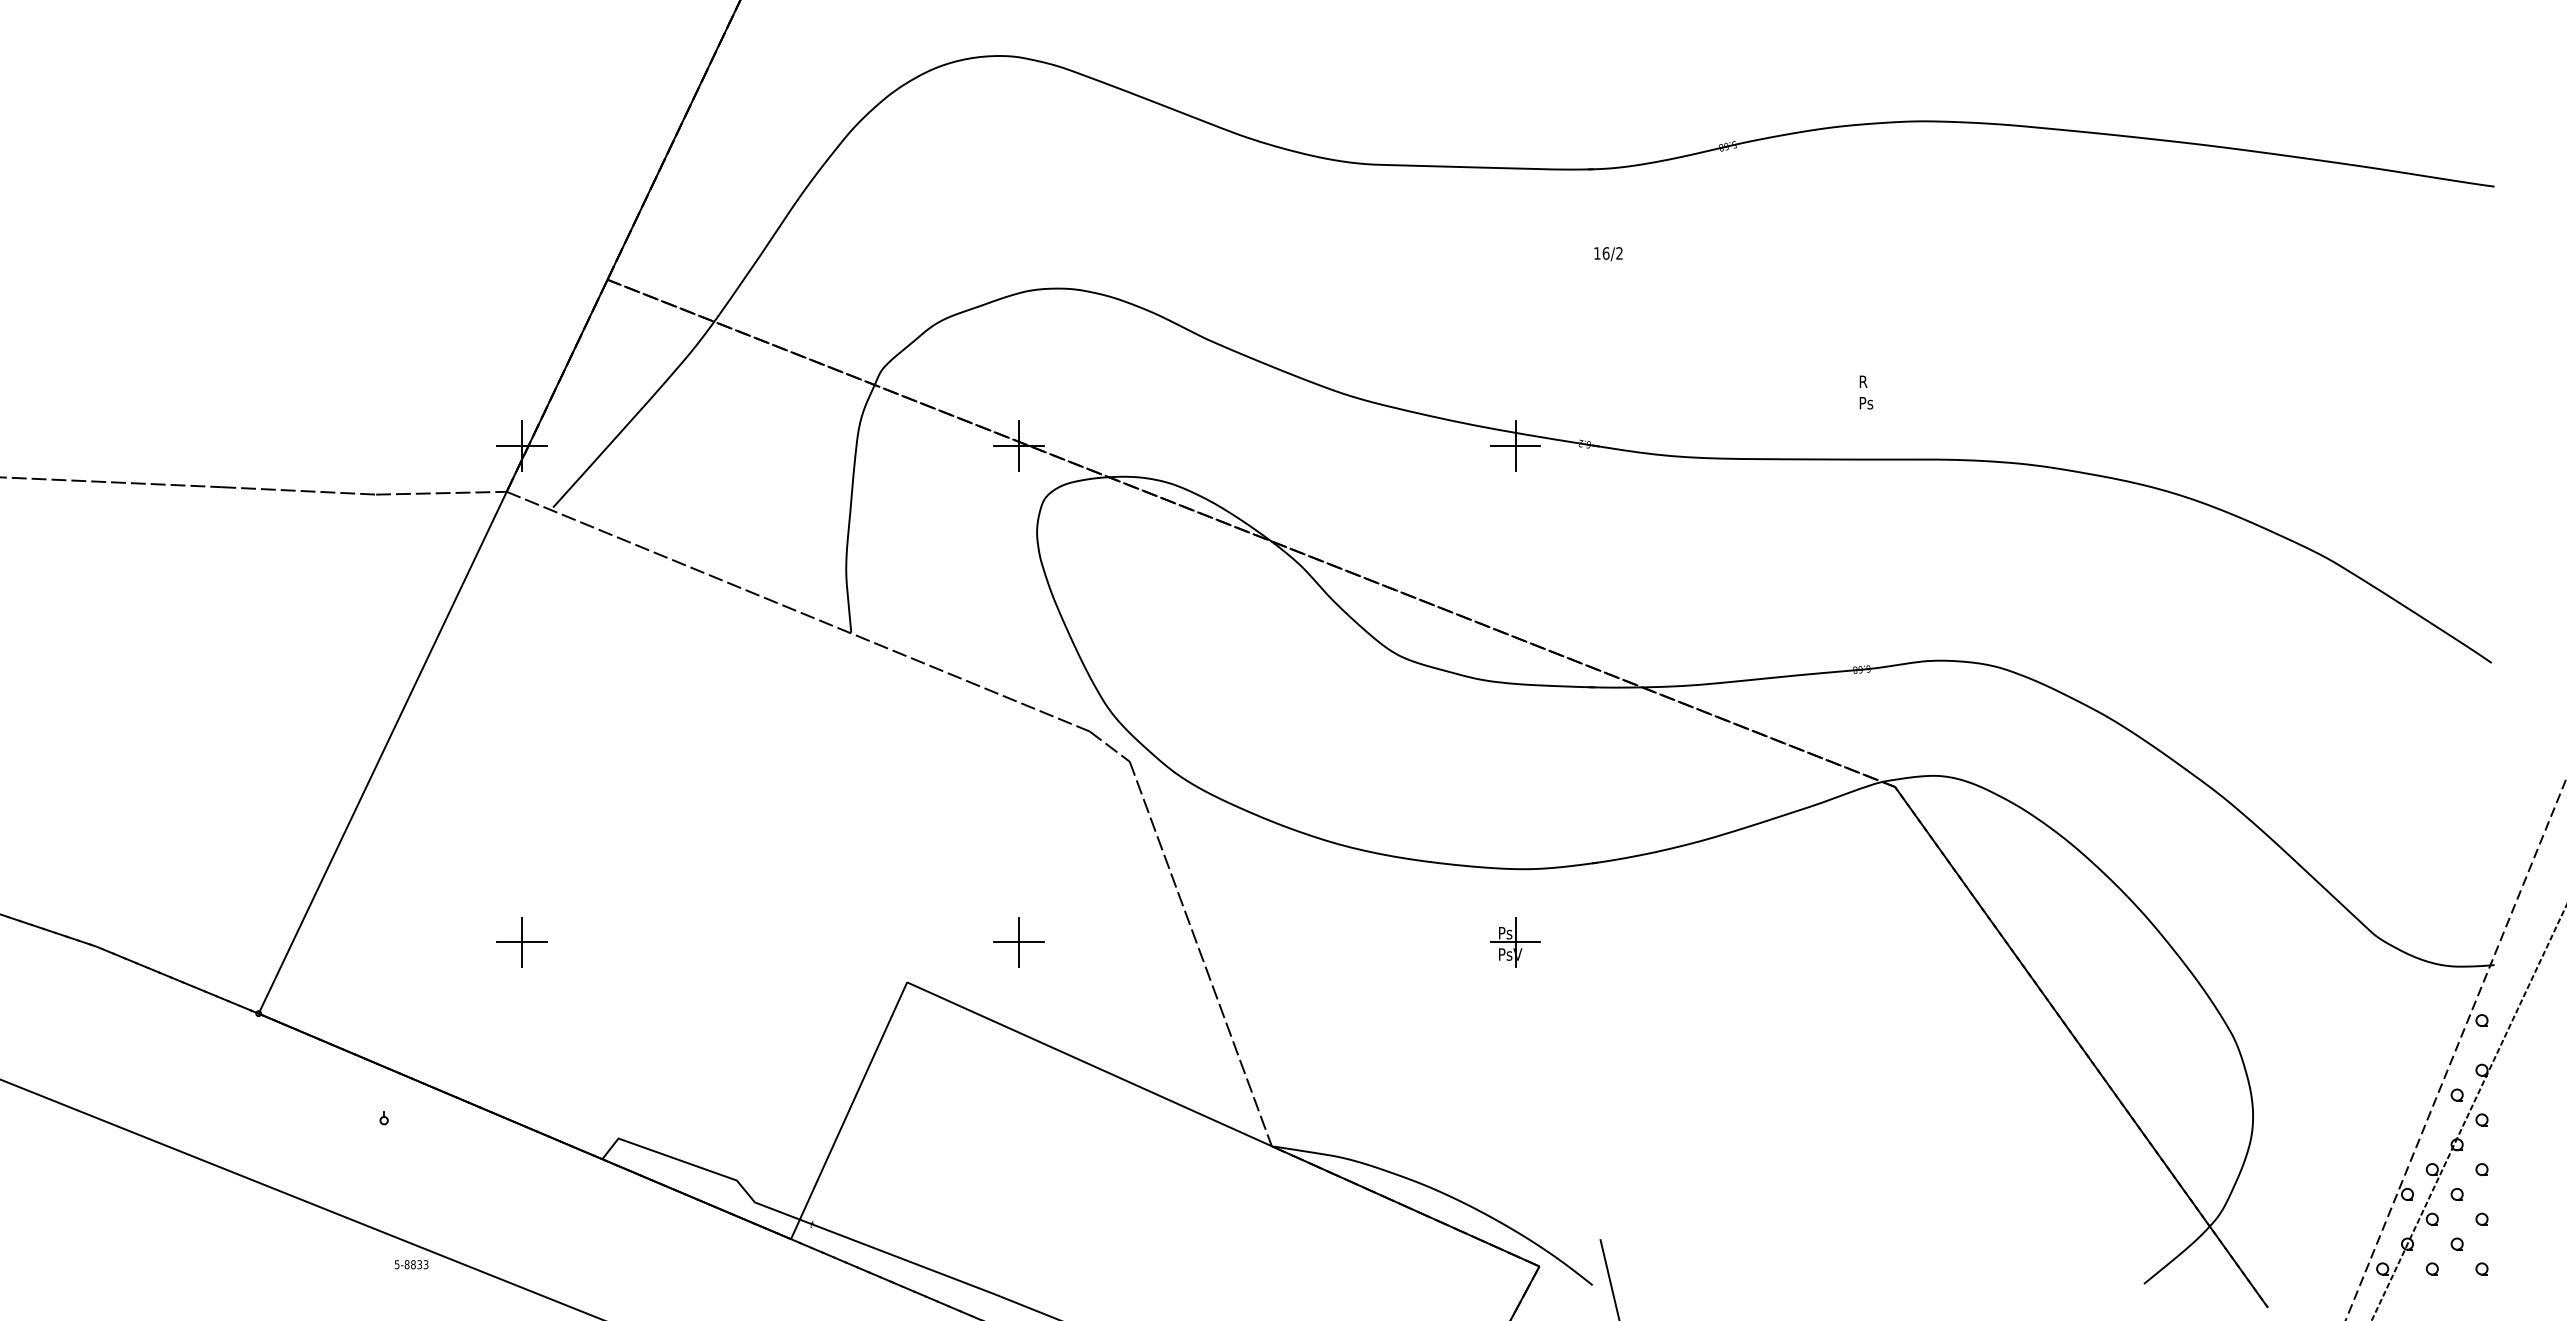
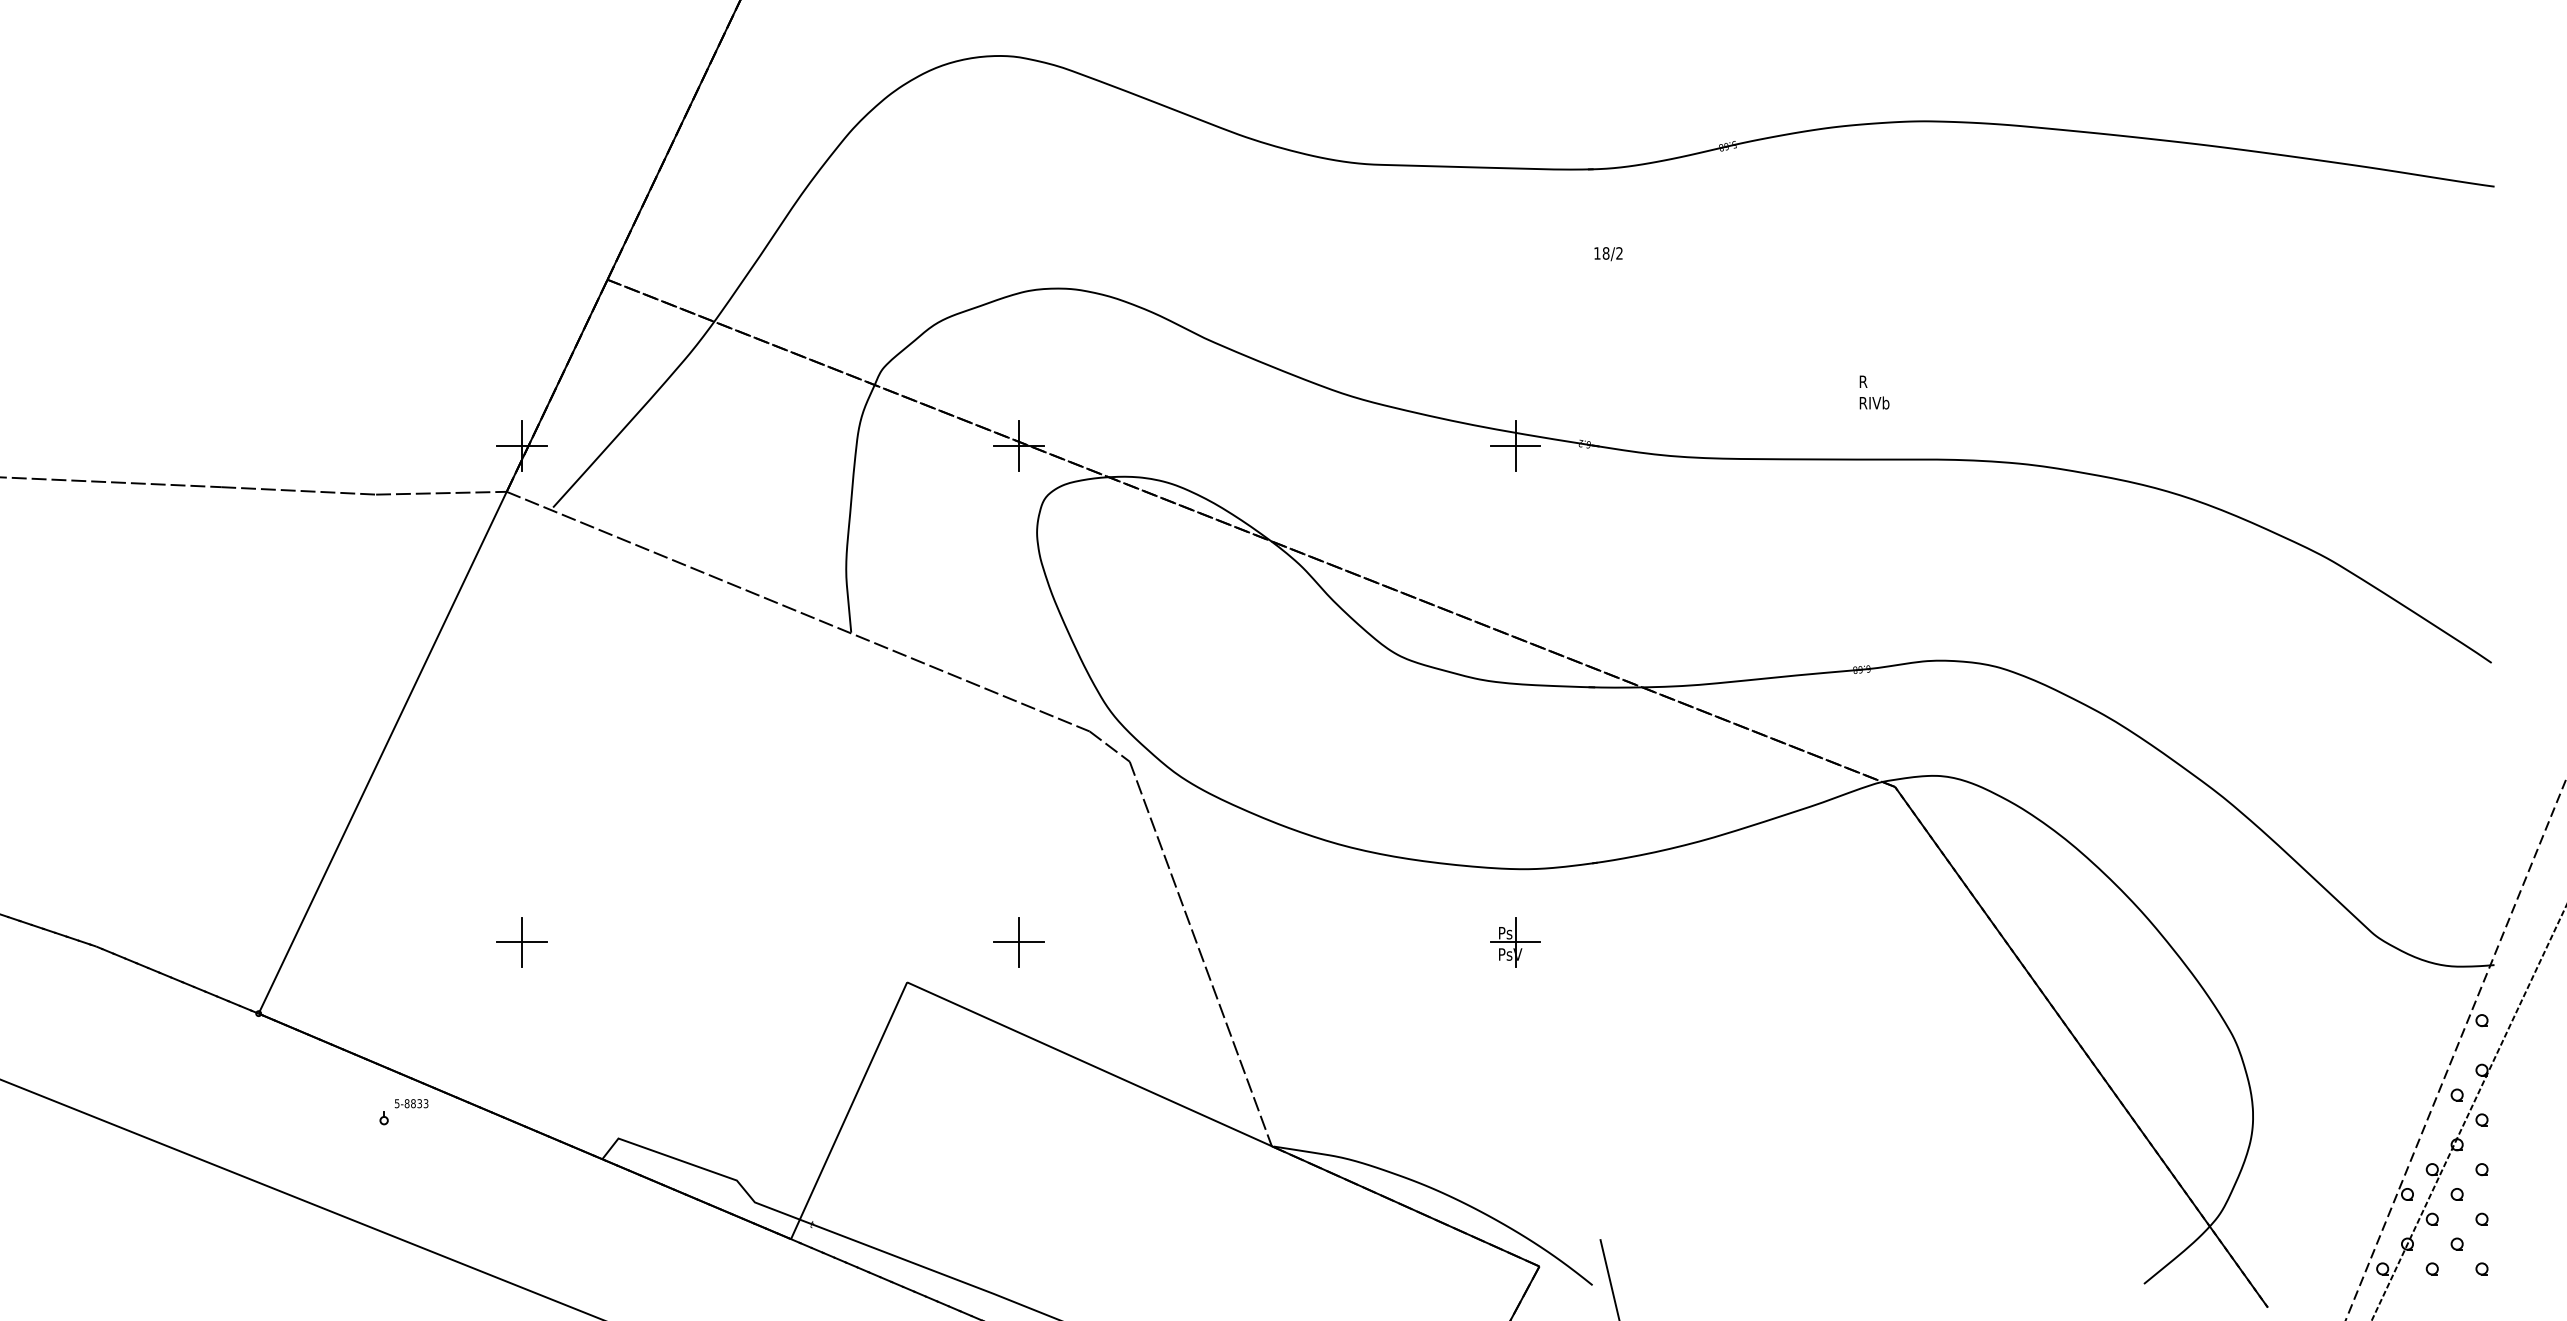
text at (1605, 253): 16/2 -> 18/2
text at (1875, 402): Ps -> RIVb
text at (411, 1264) position: (411, 1264) -> (411, 1103)
